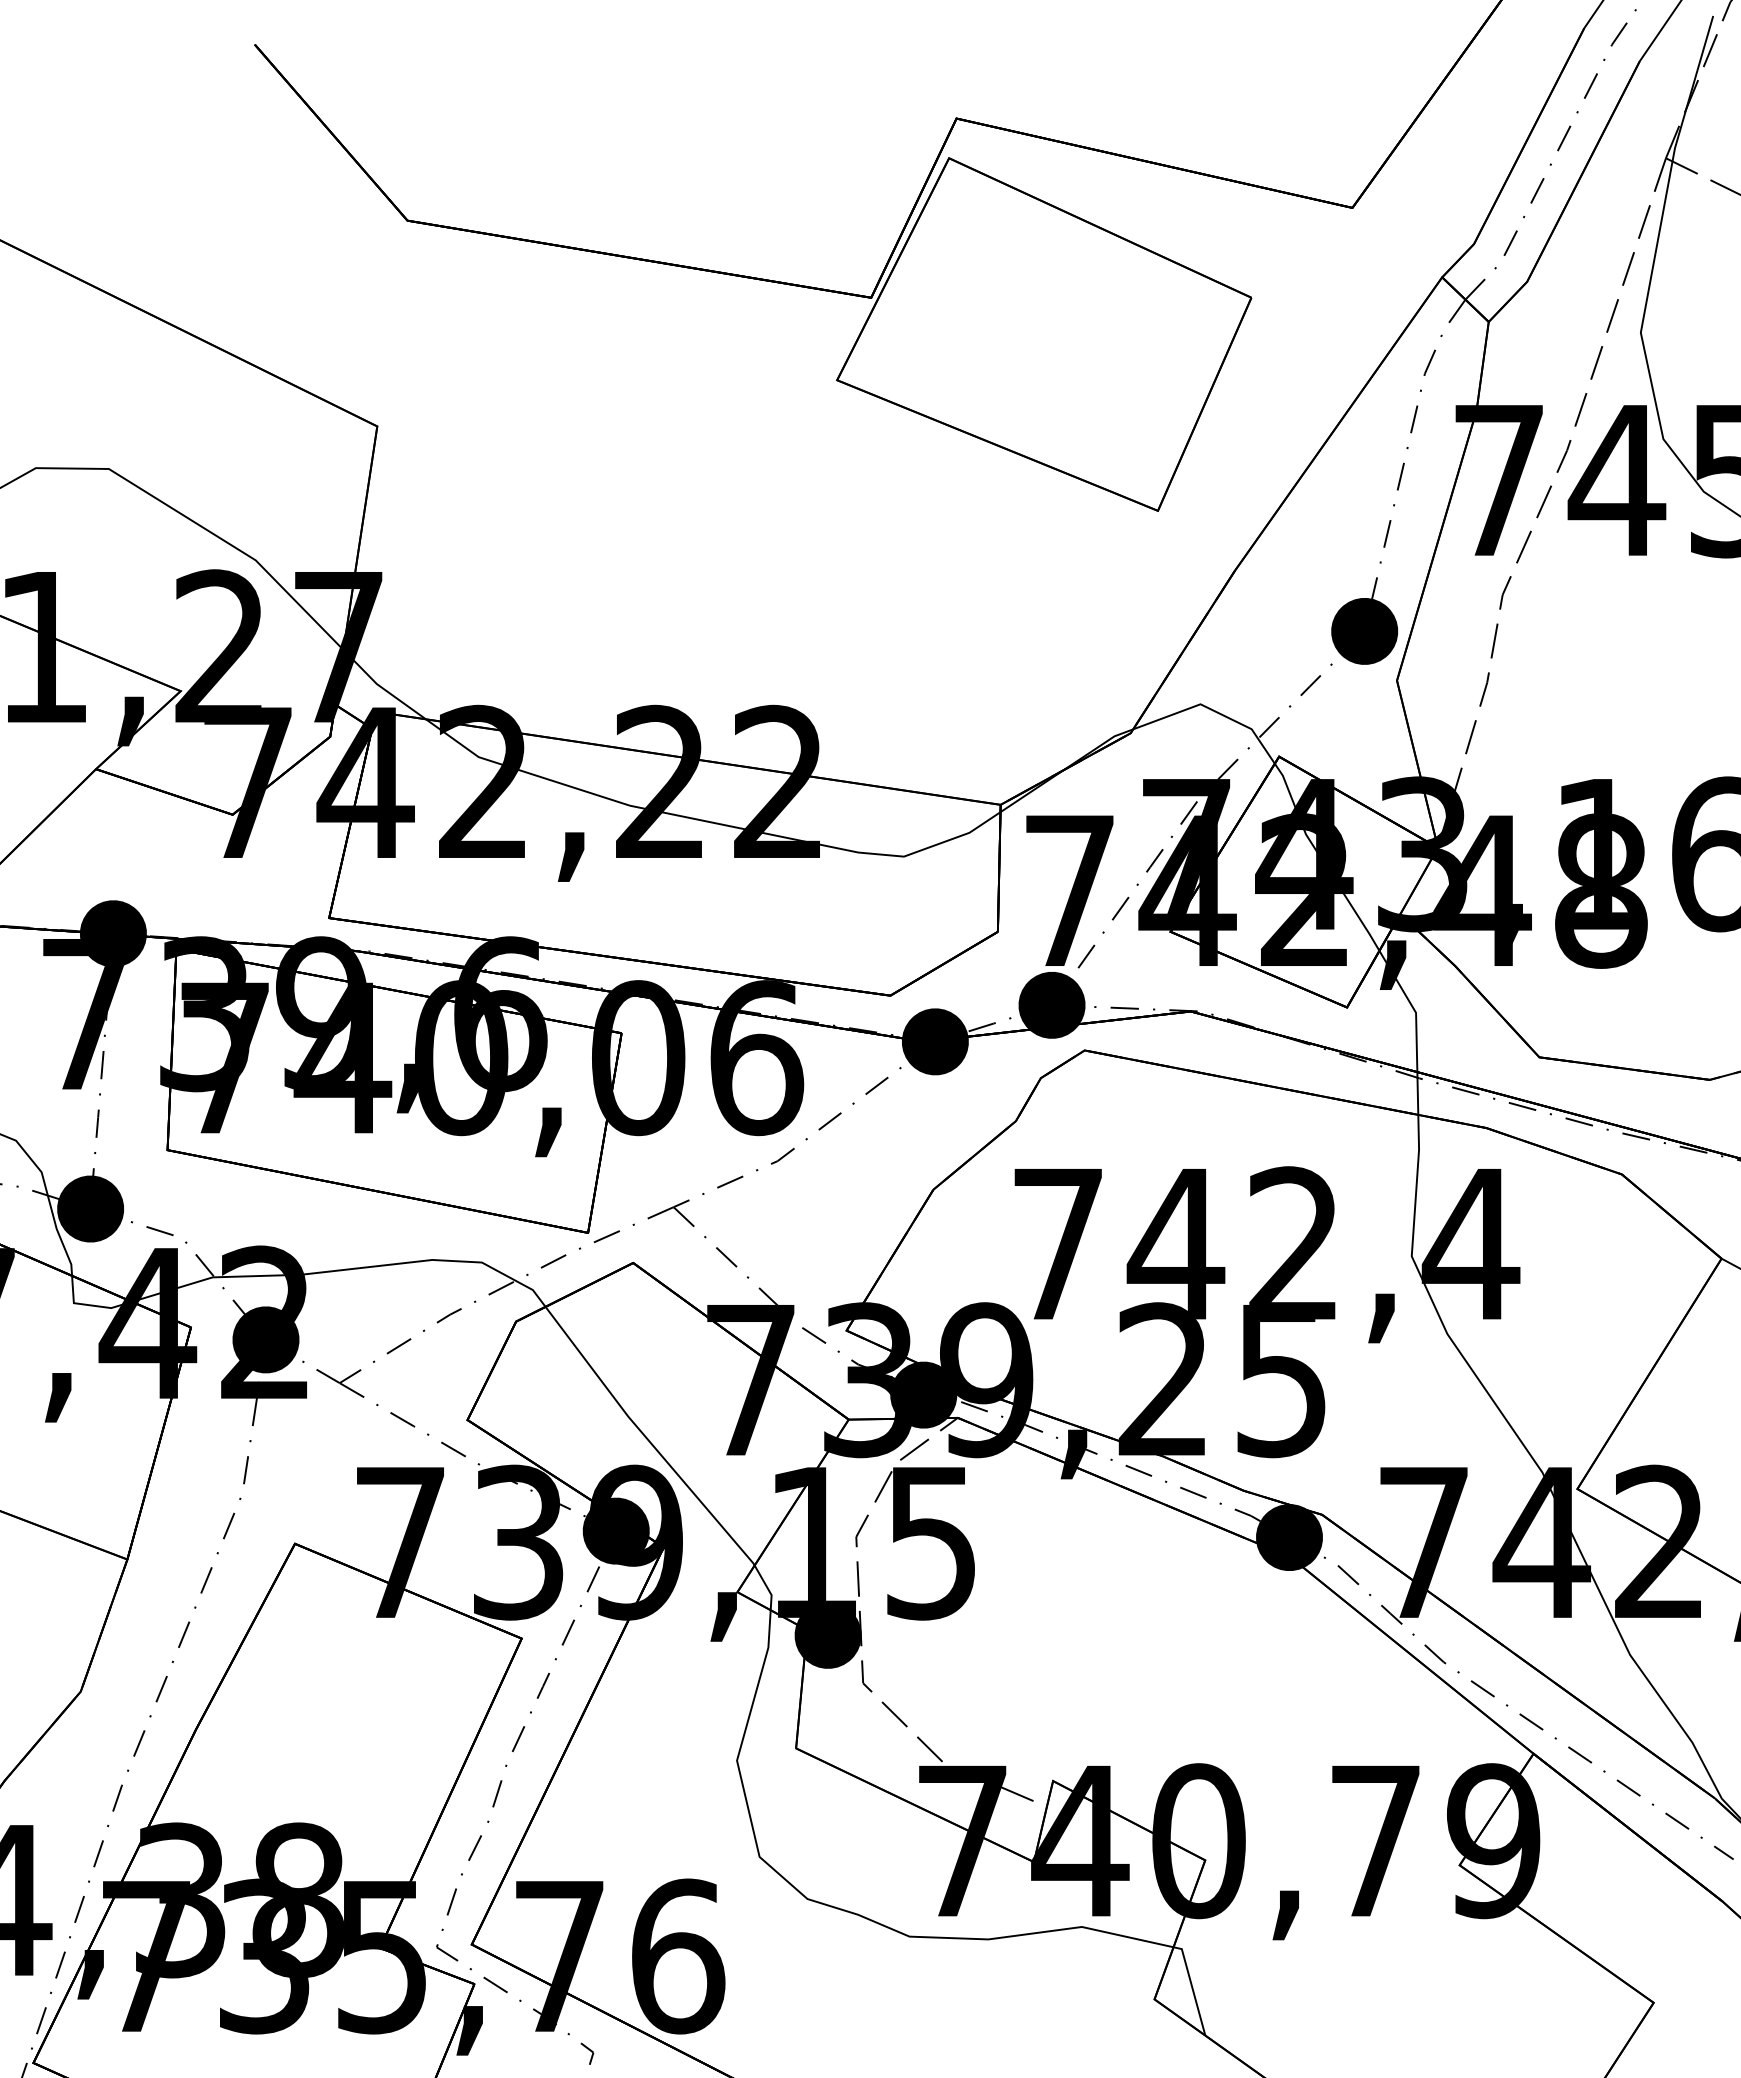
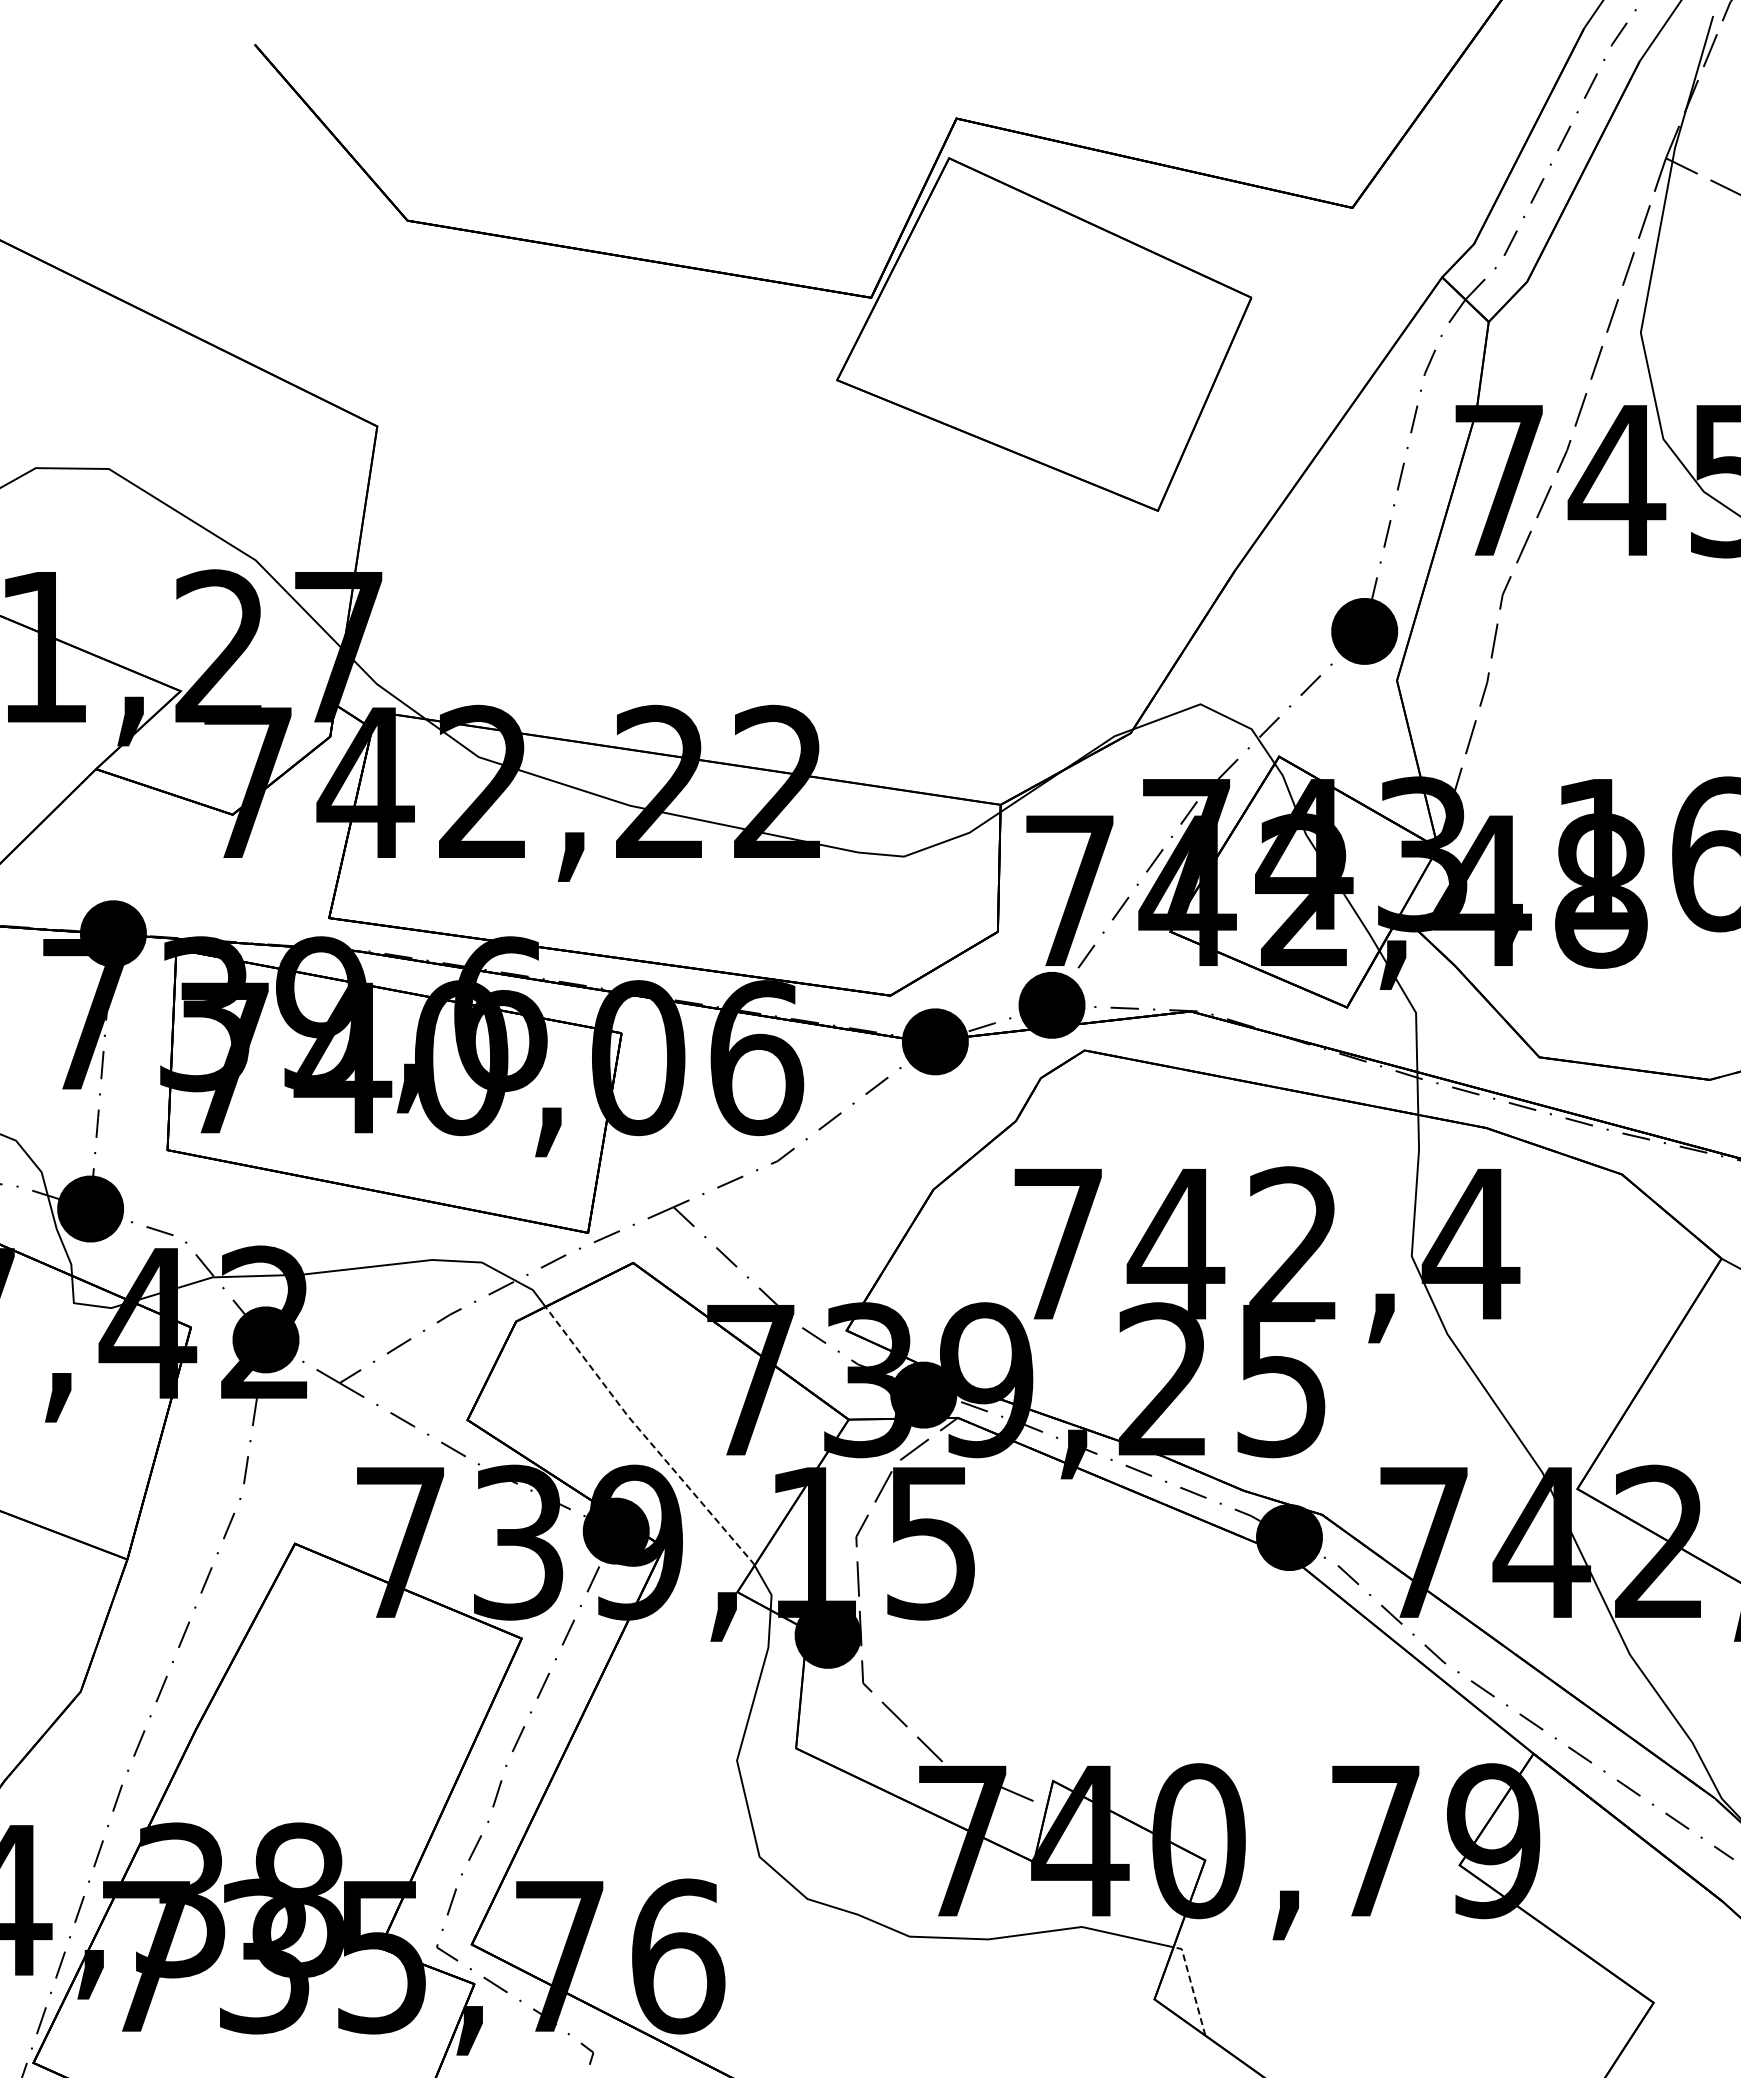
line at (647, 1438): solid -> dashed
line at (1192, 1987): solid -> dashed
